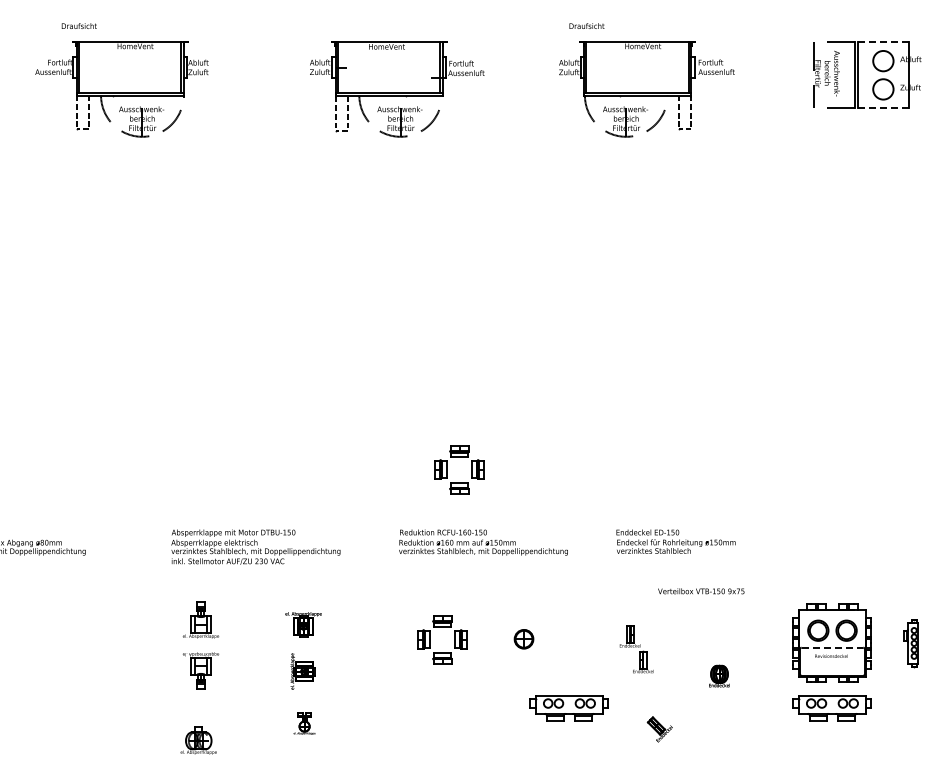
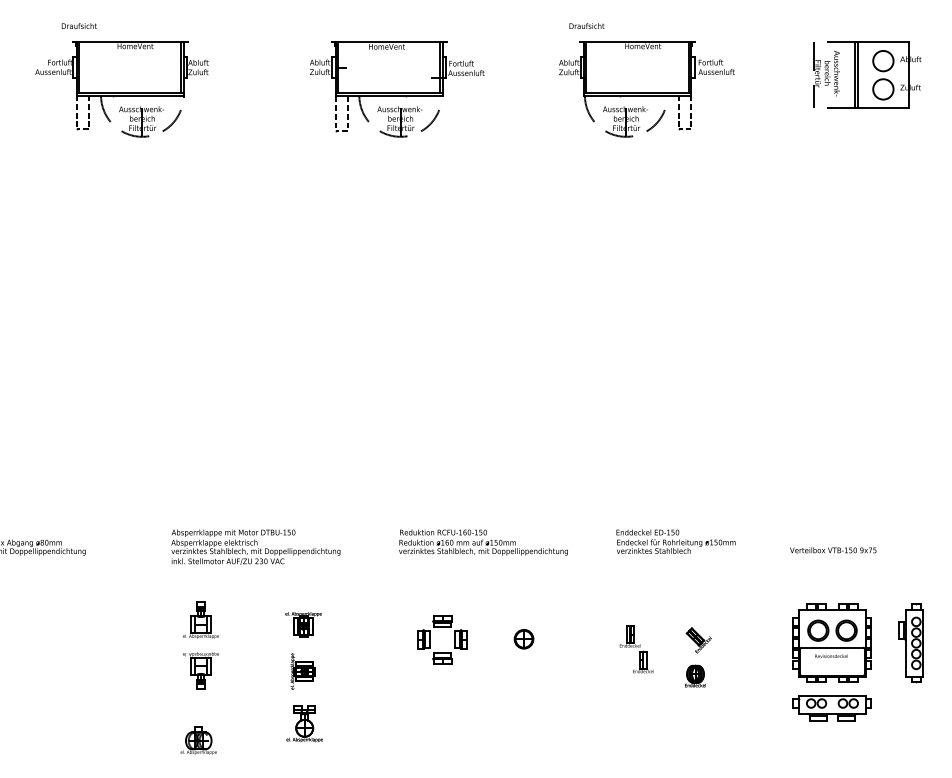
line at (882, 42): dashed -> solid
line at (882, 108): dashed -> solid
part at (459, 457): present -> none
text at (701, 591) position: (701, 591) -> (833, 550)
part at (910, 643) size: 16x50 px -> 26x81 px
line at (832, 647): dashed -> solid
part at (719, 675) position: (719, 675) -> (695, 675)
part at (568, 708): present -> none
part at (304, 723) size: 23x23 px -> 37x38 px
part at (659, 729) position: (659, 729) -> (698, 640)
